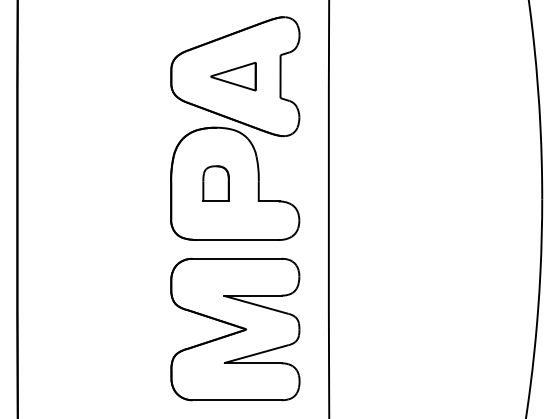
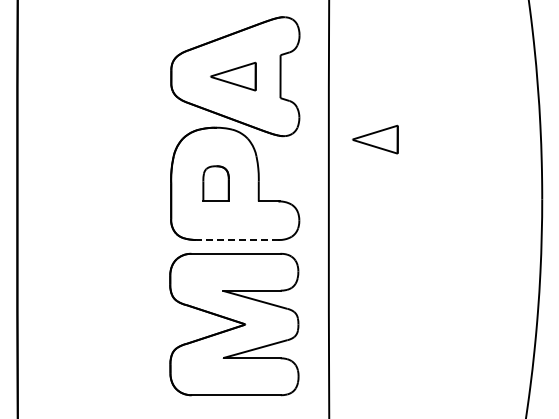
part at (375, 139): none -> present
line at (237, 239): solid -> dashed
part at (235, 329) position: (235, 329) -> (234, 324)
